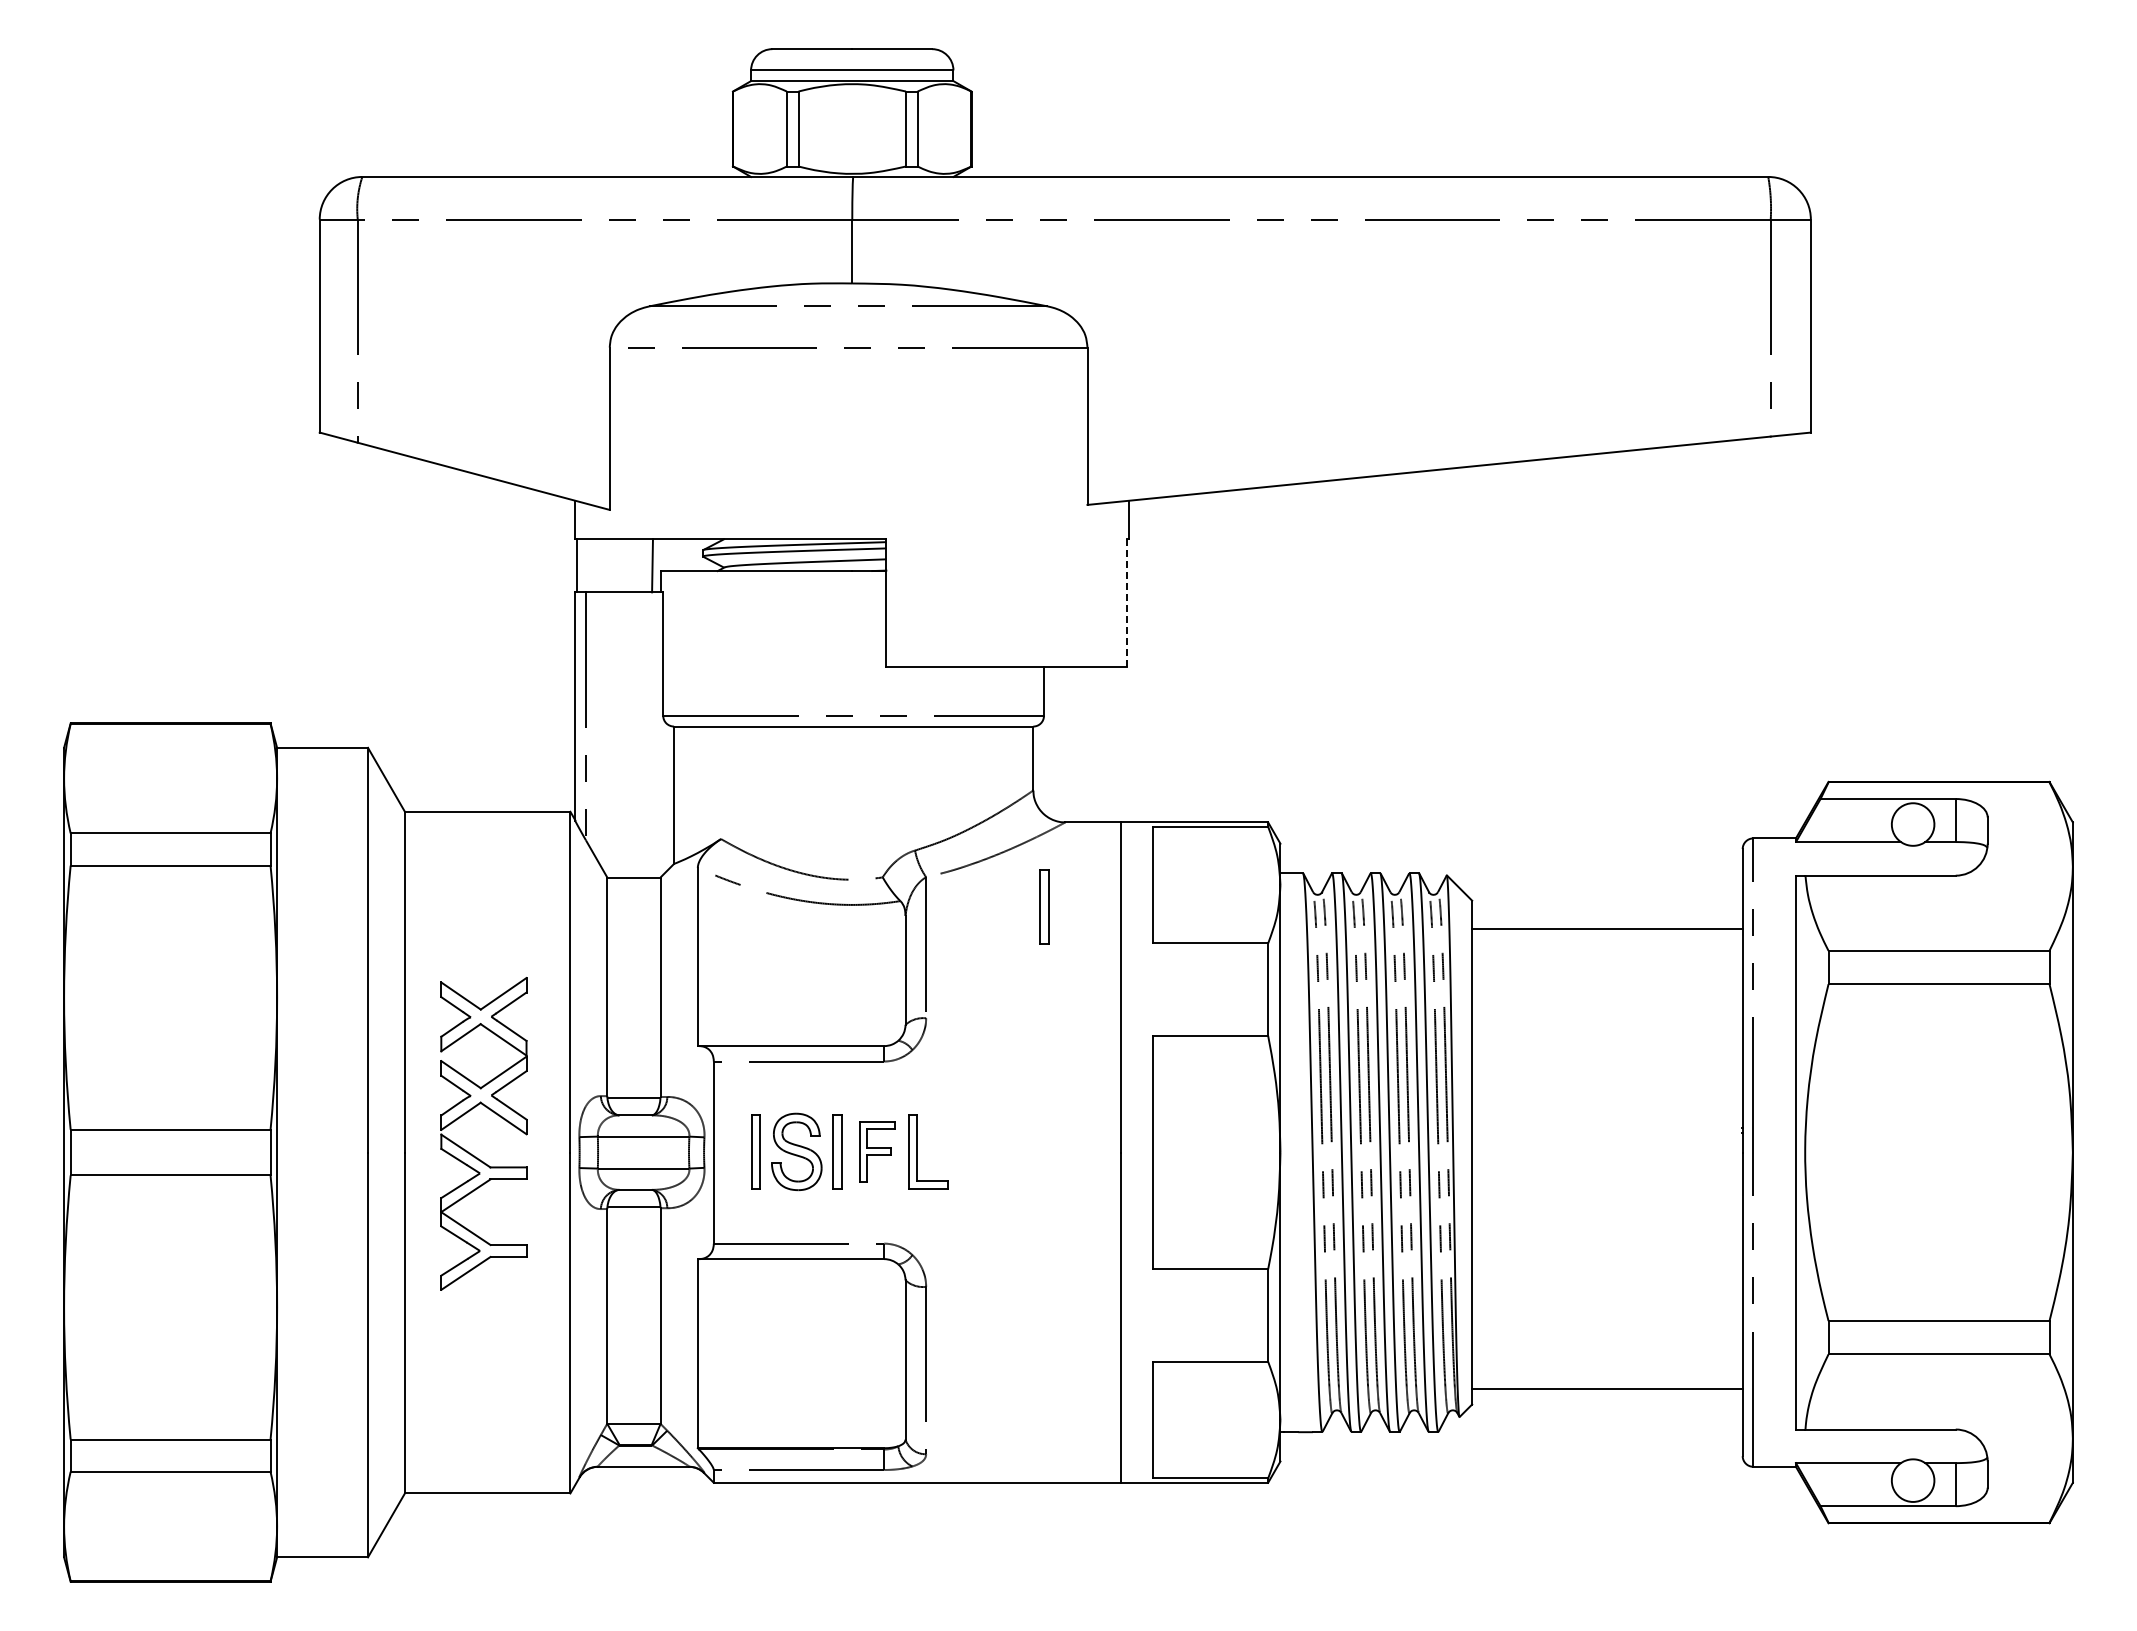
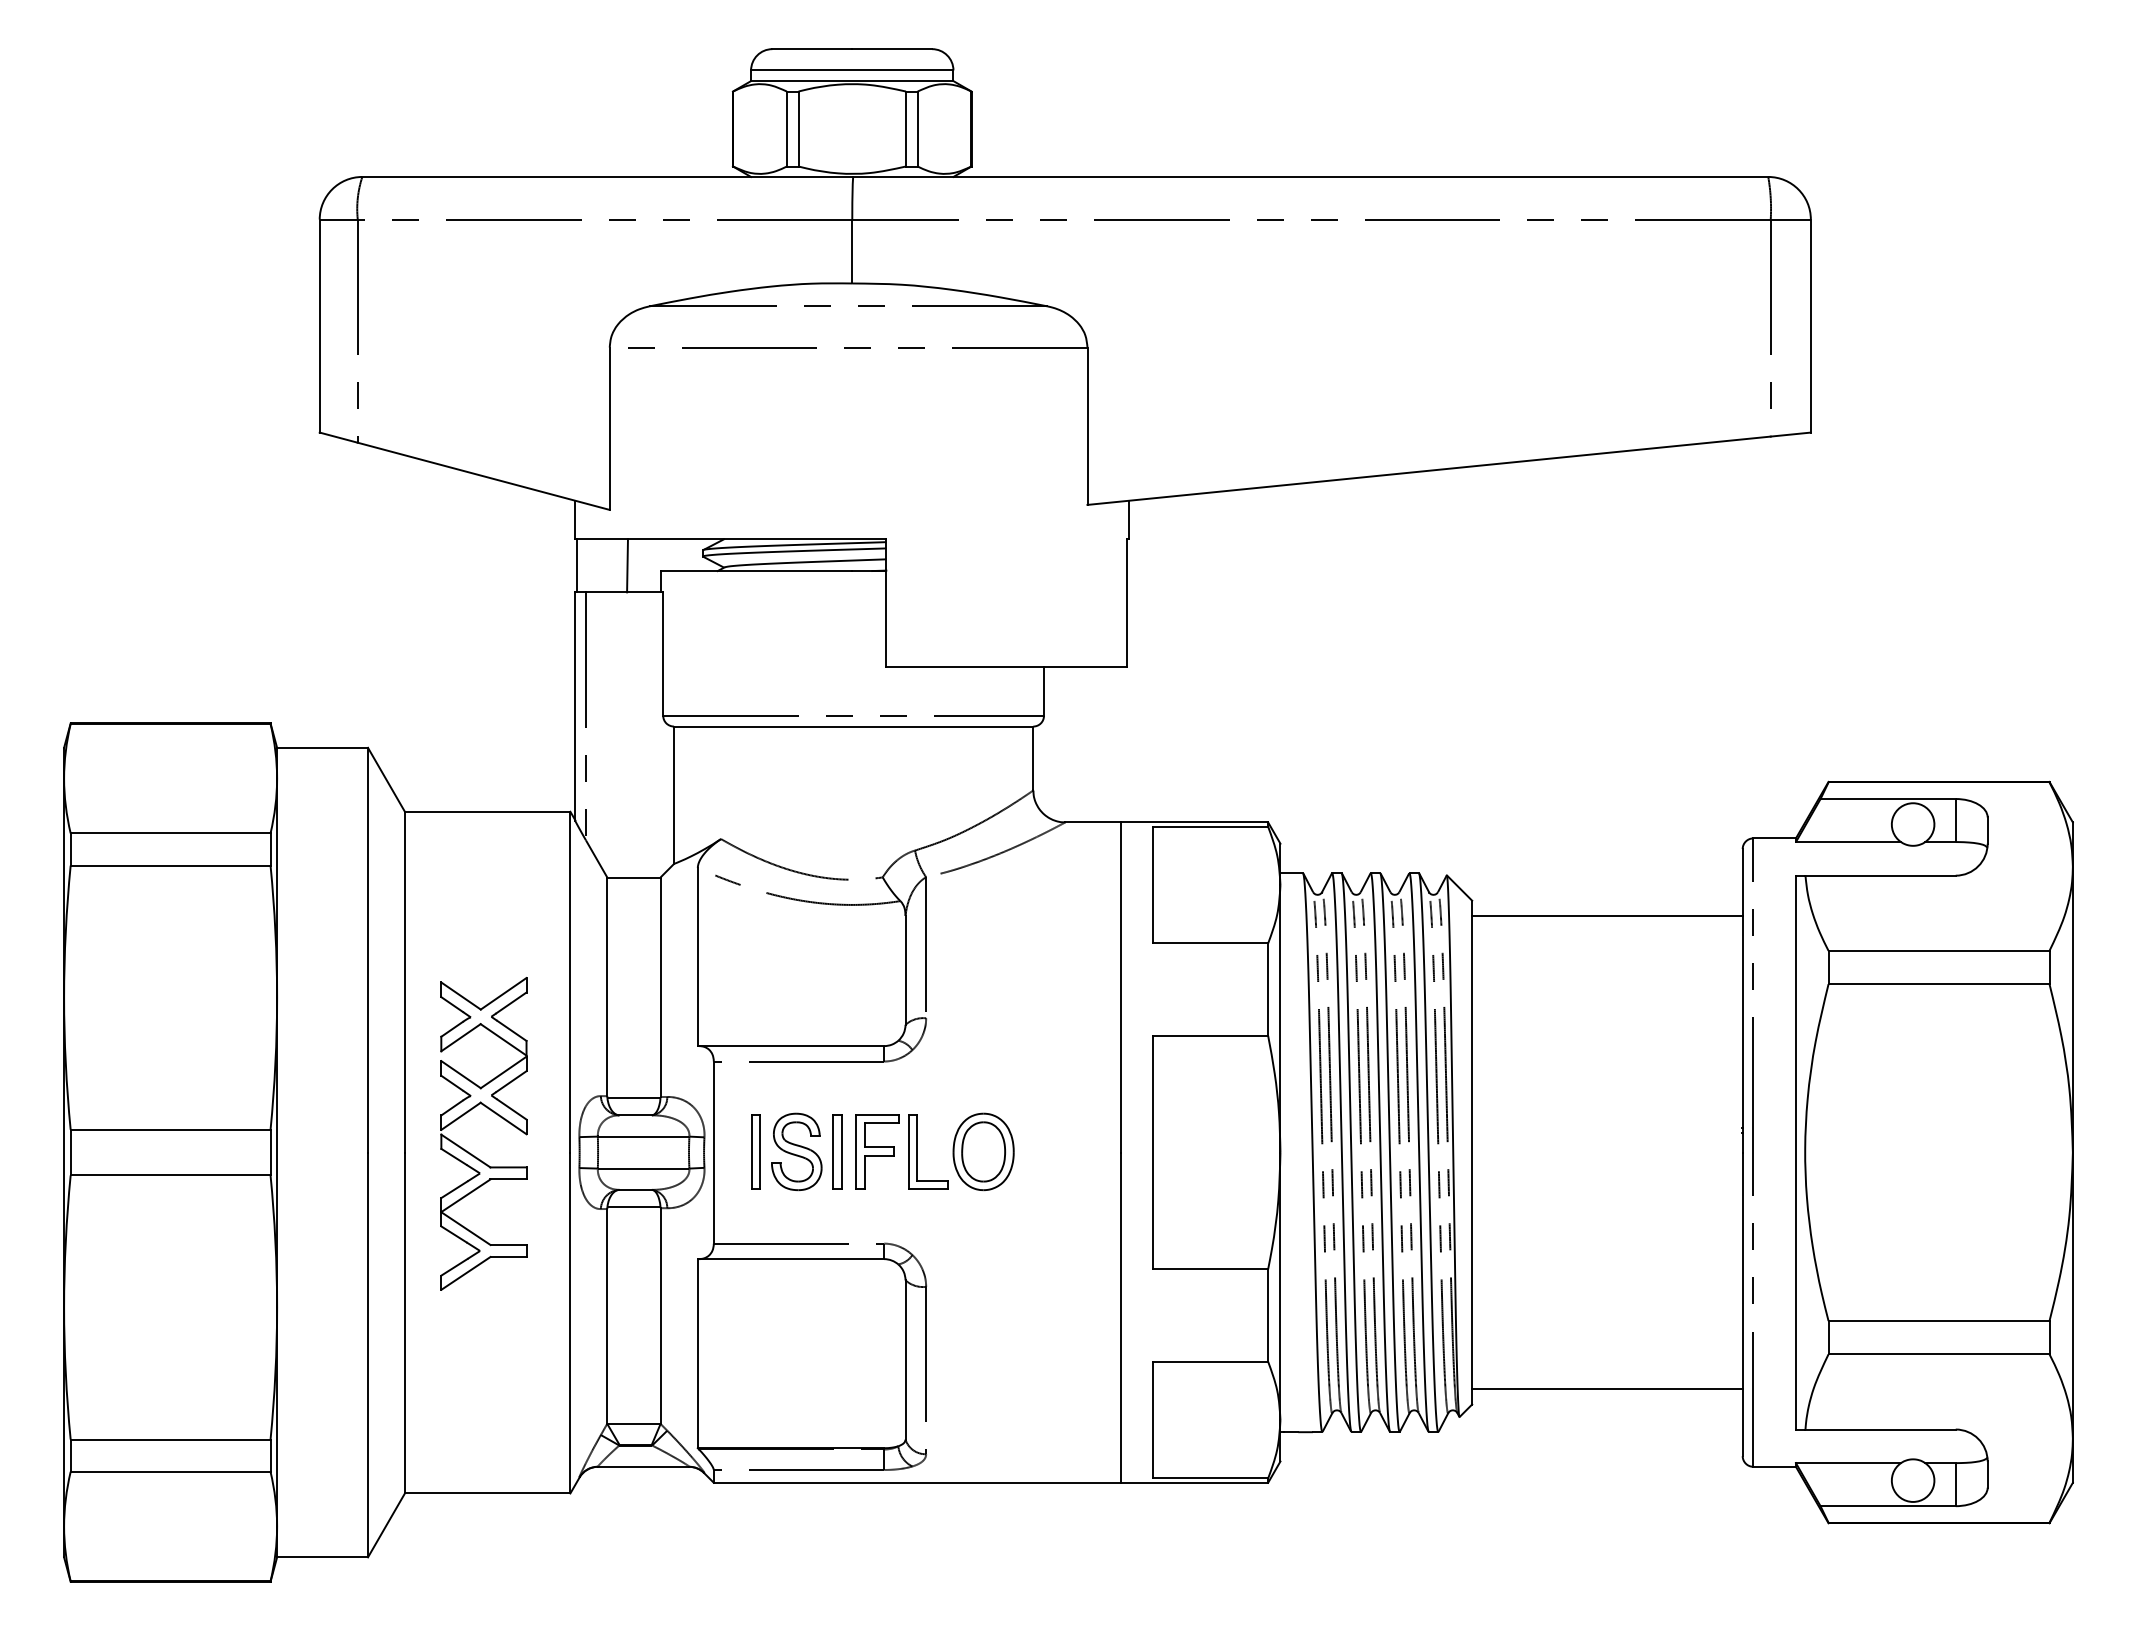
line at (652, 565) position: (652, 565) -> (627, 565)
line at (1127, 603): dashed -> solid
part at (1044, 906): present -> none
line at (1607, 929) position: (1607, 929) -> (1607, 916)
part at (877, 1151) size: 37x62 px -> 45x76 px
part at (983, 1151): none -> present
